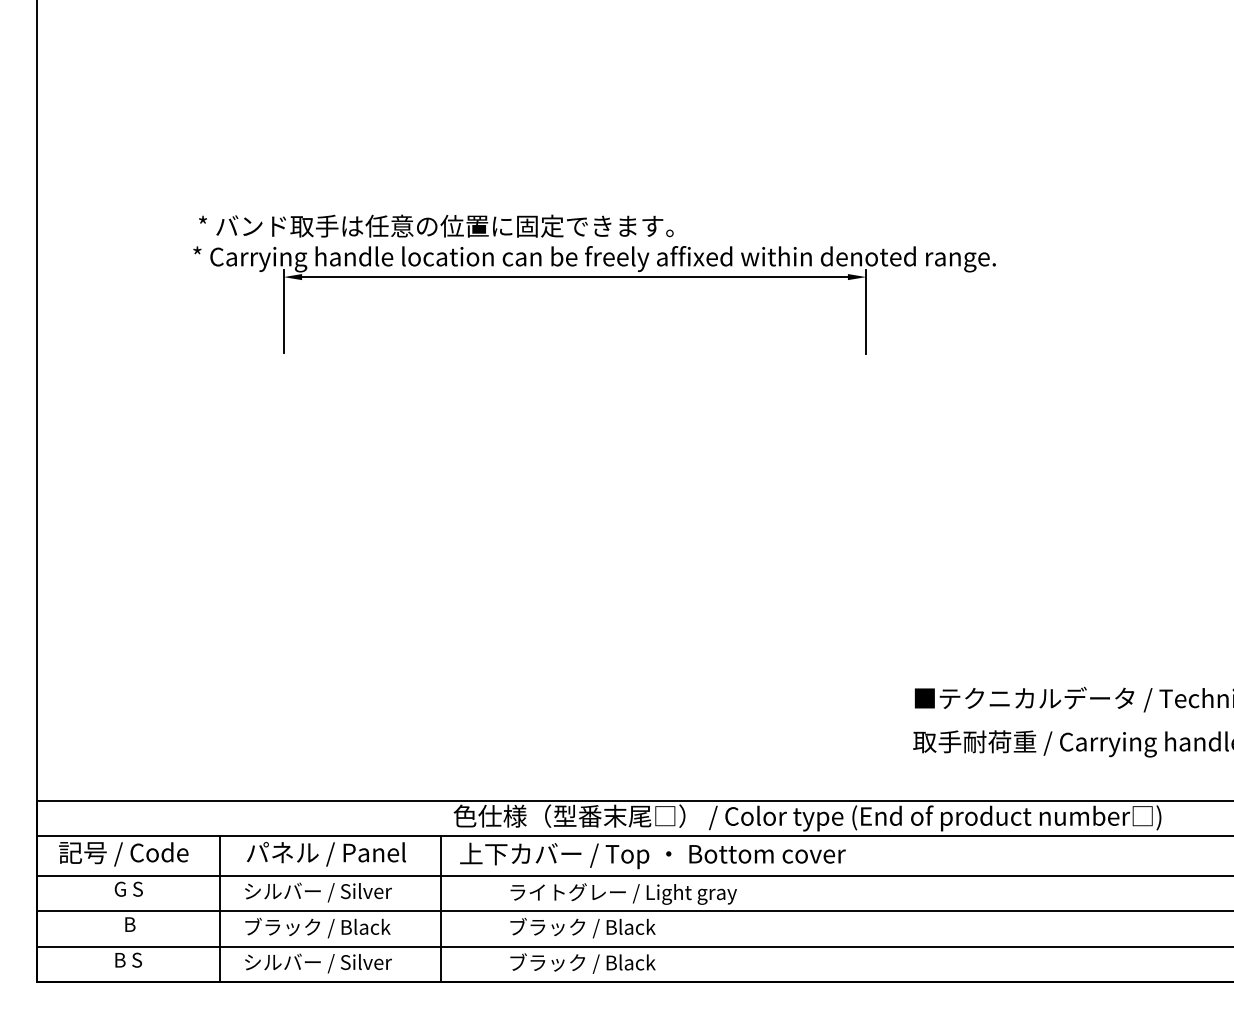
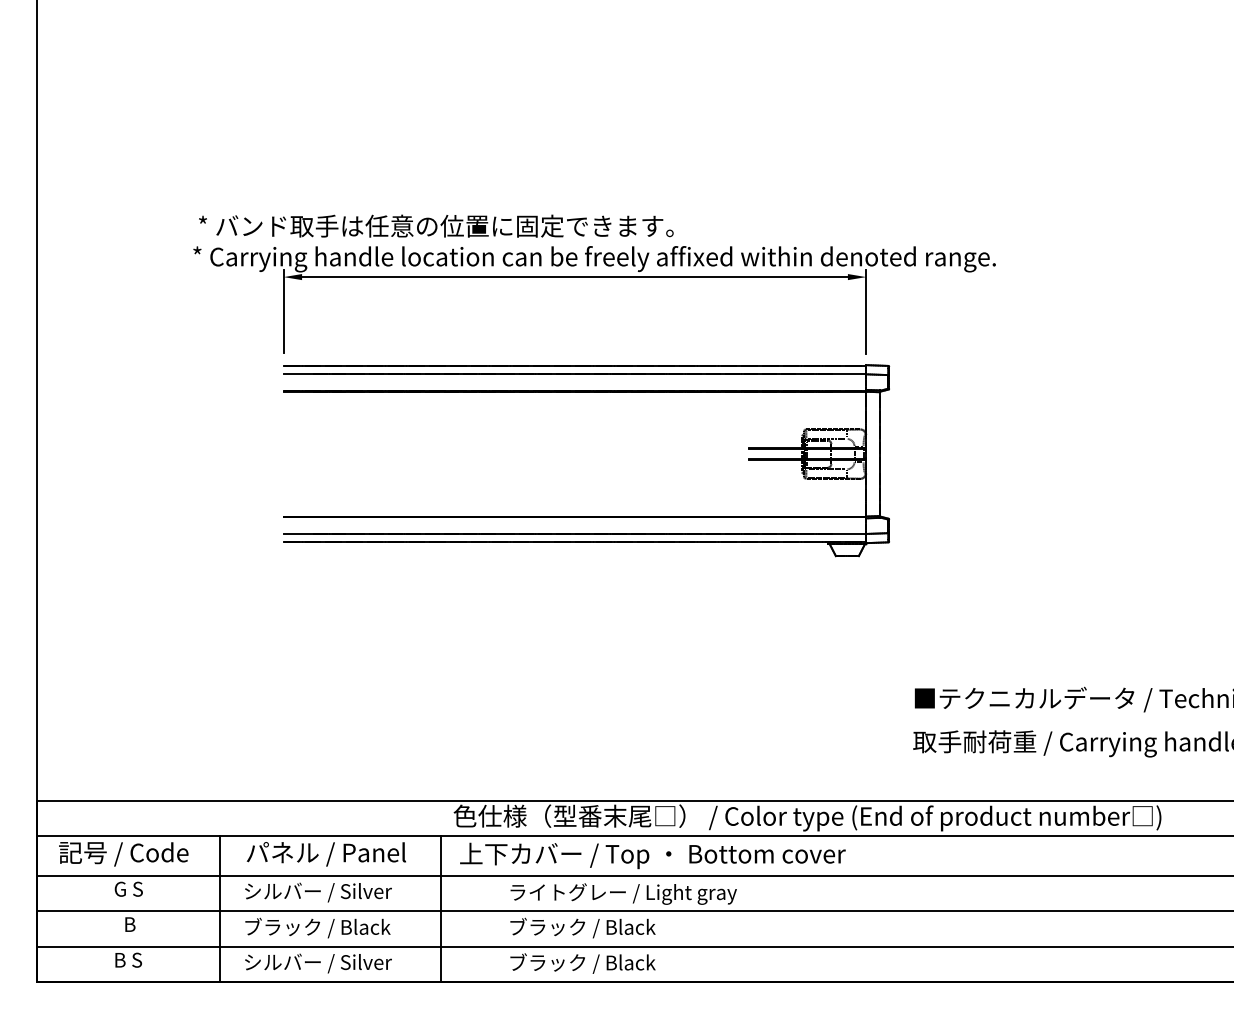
part at (586, 516): none -> present
